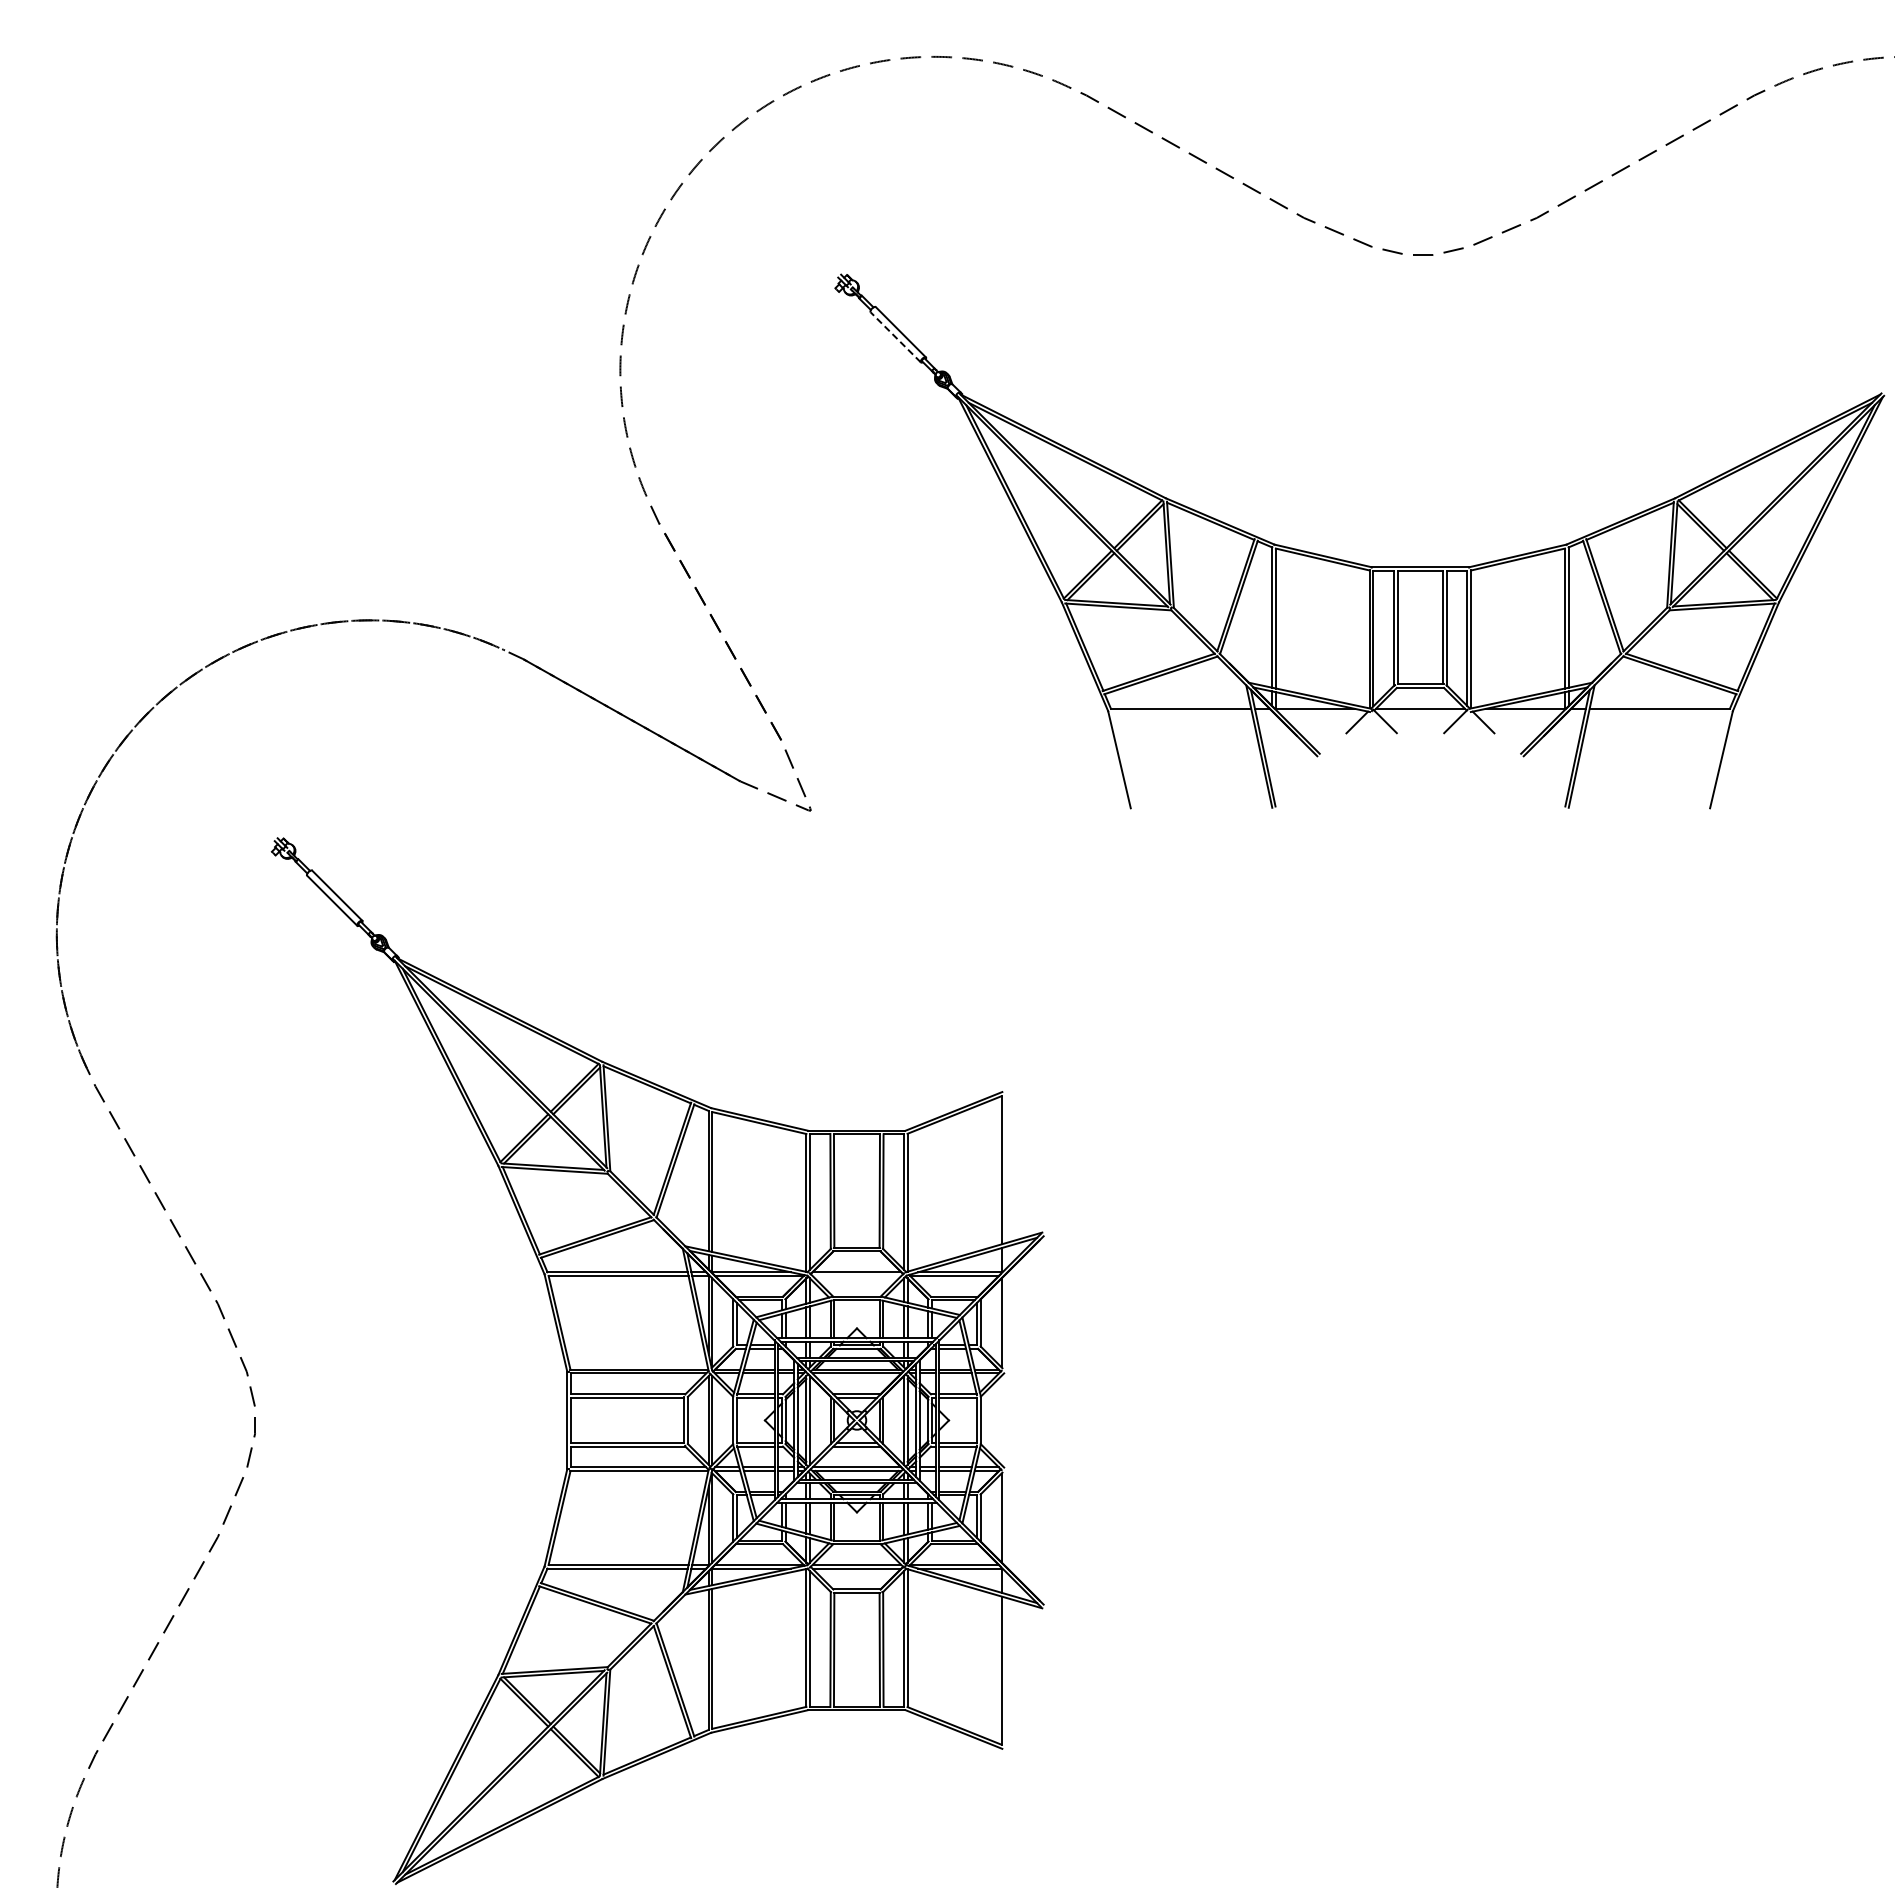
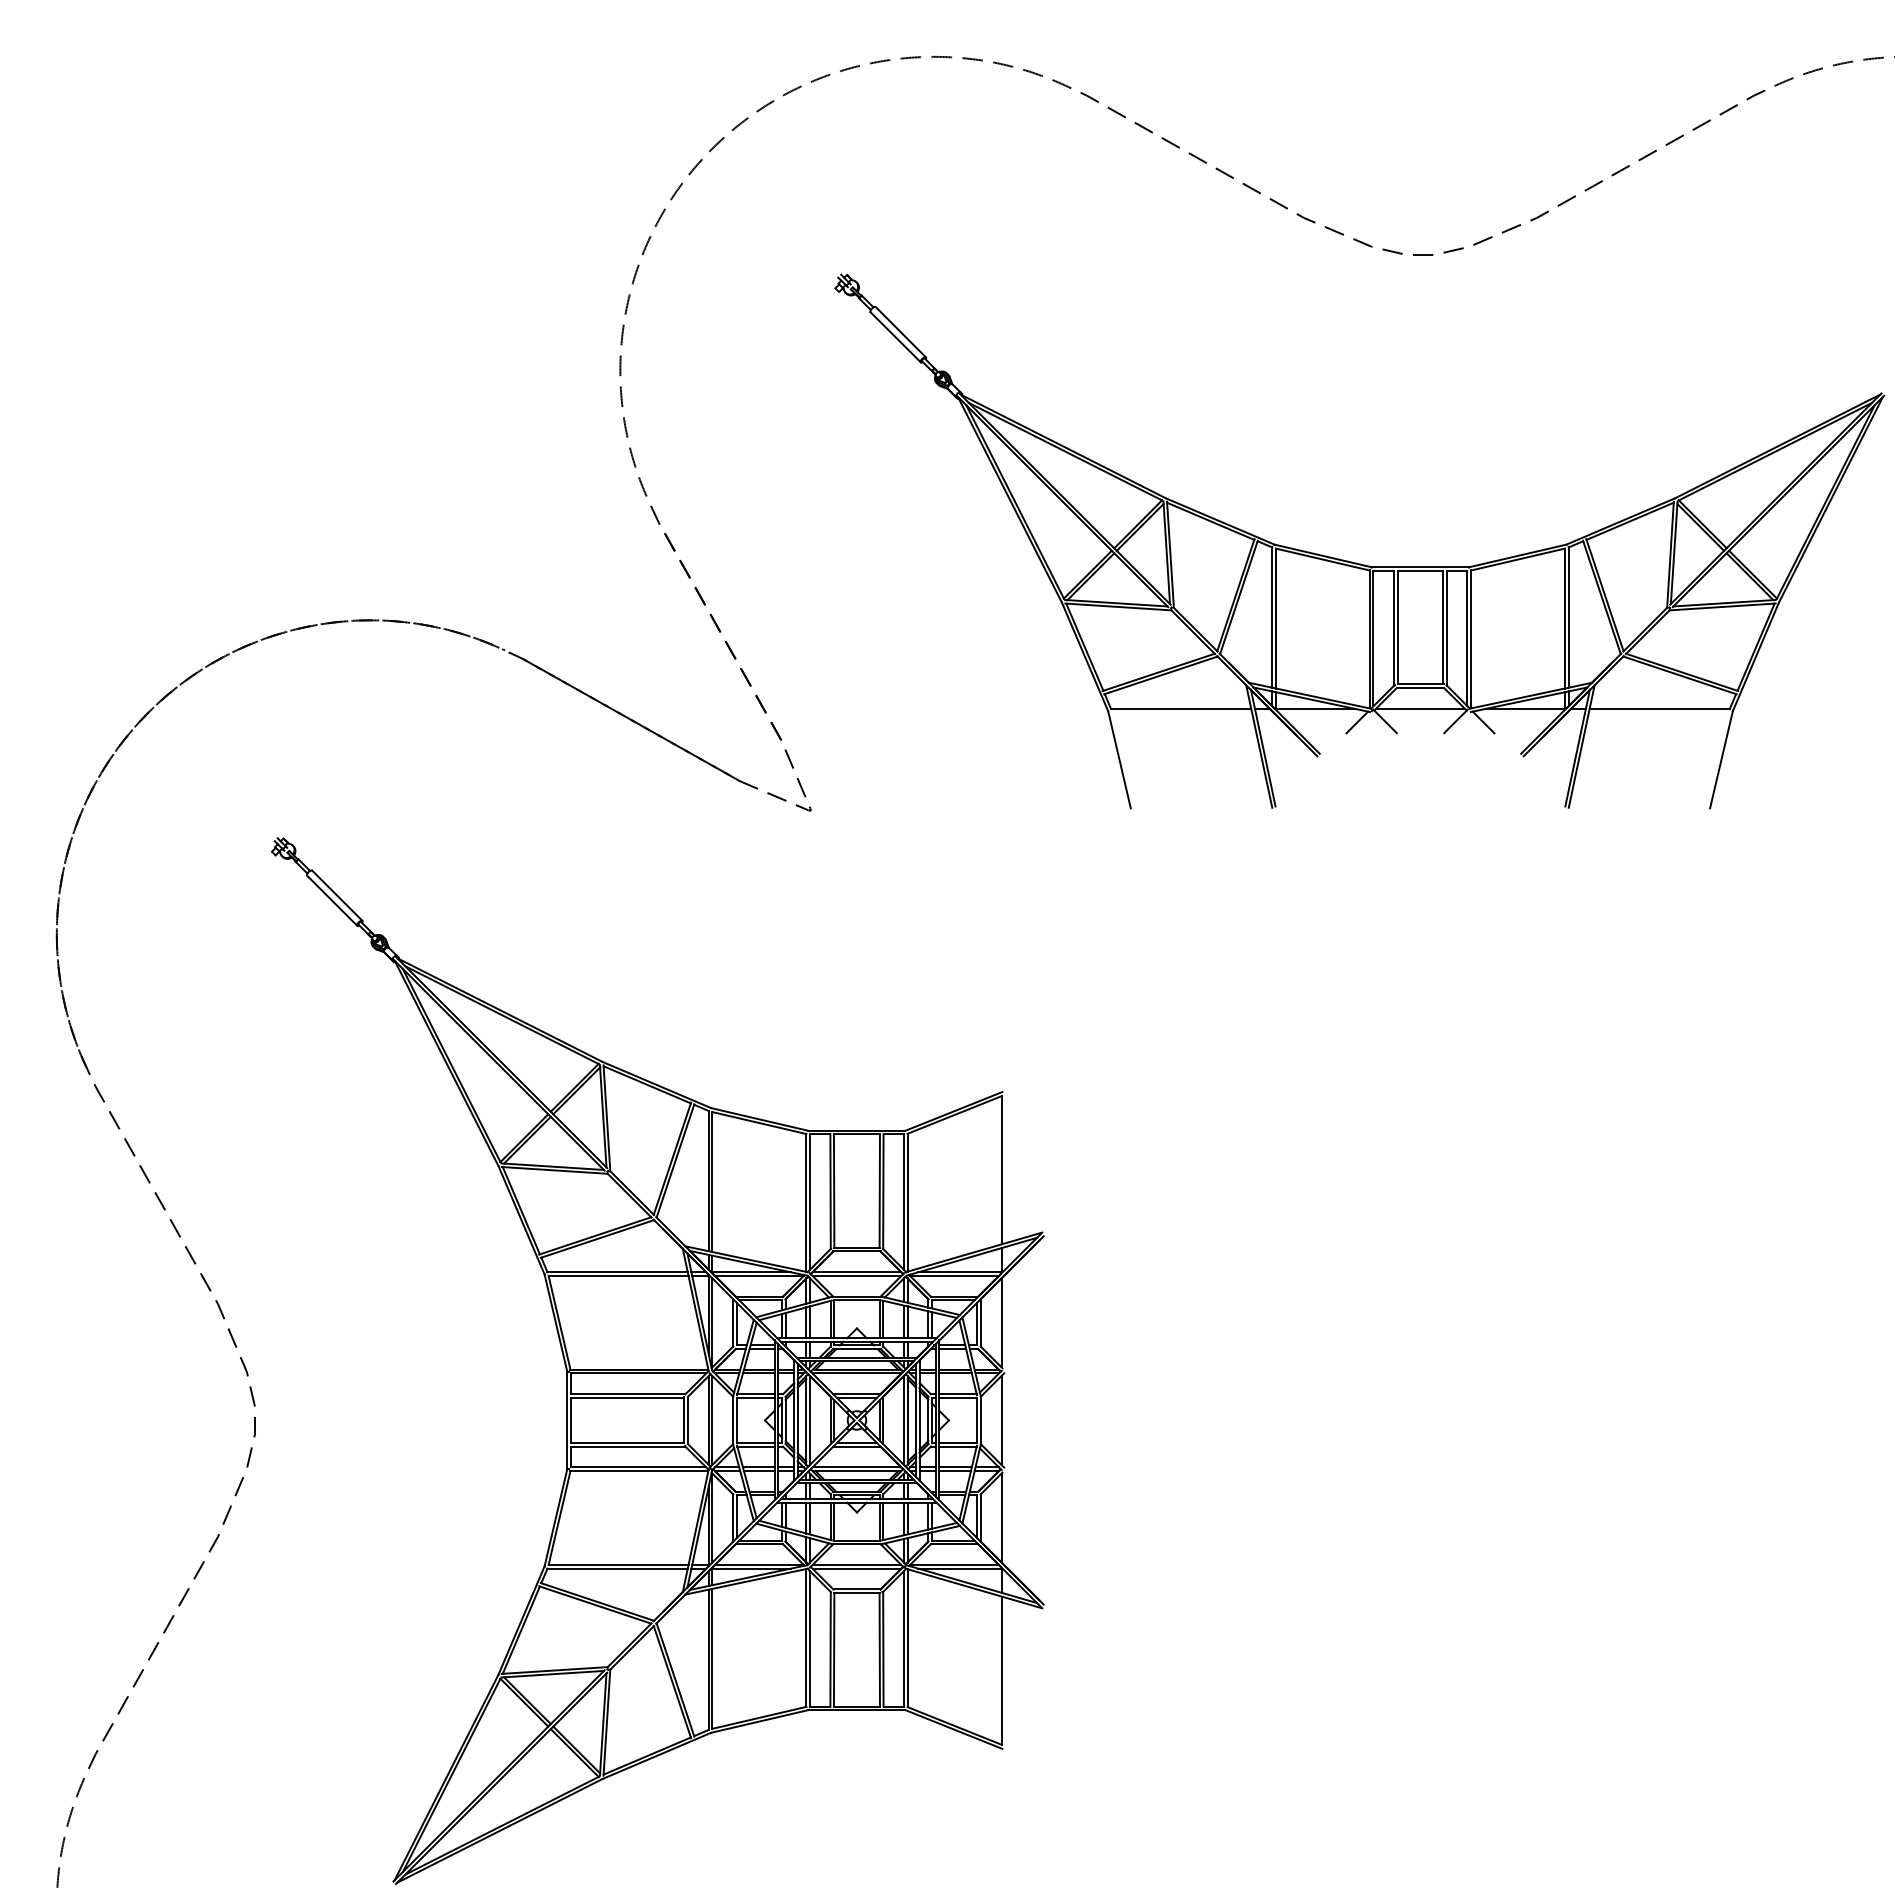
line at (895, 336): dashed -> solid
line at (856, 1275): none -> present
line at (1001, 1419): none -> present
